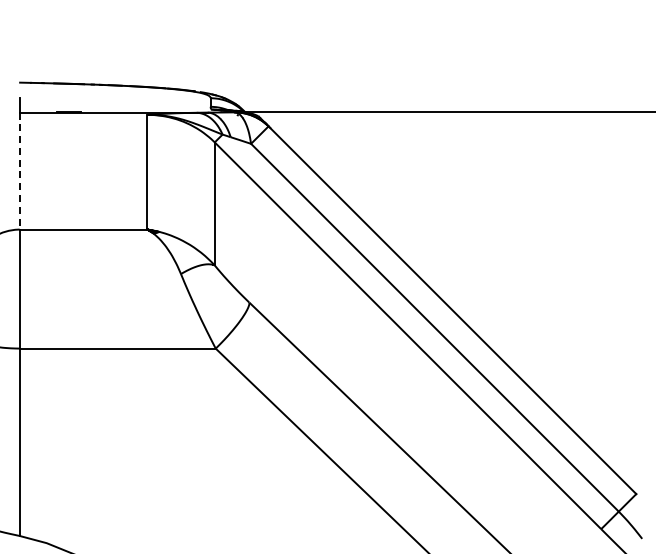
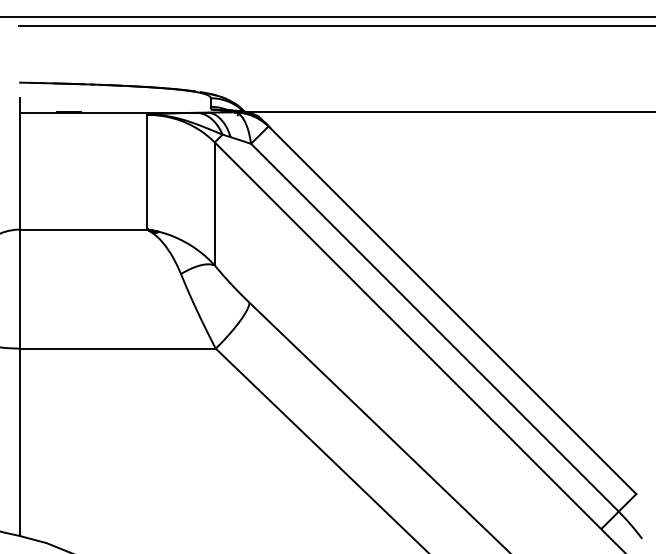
line at (327, 16): none -> present
line at (335, 25): none -> present
line at (19, 171): dashed -> solid
